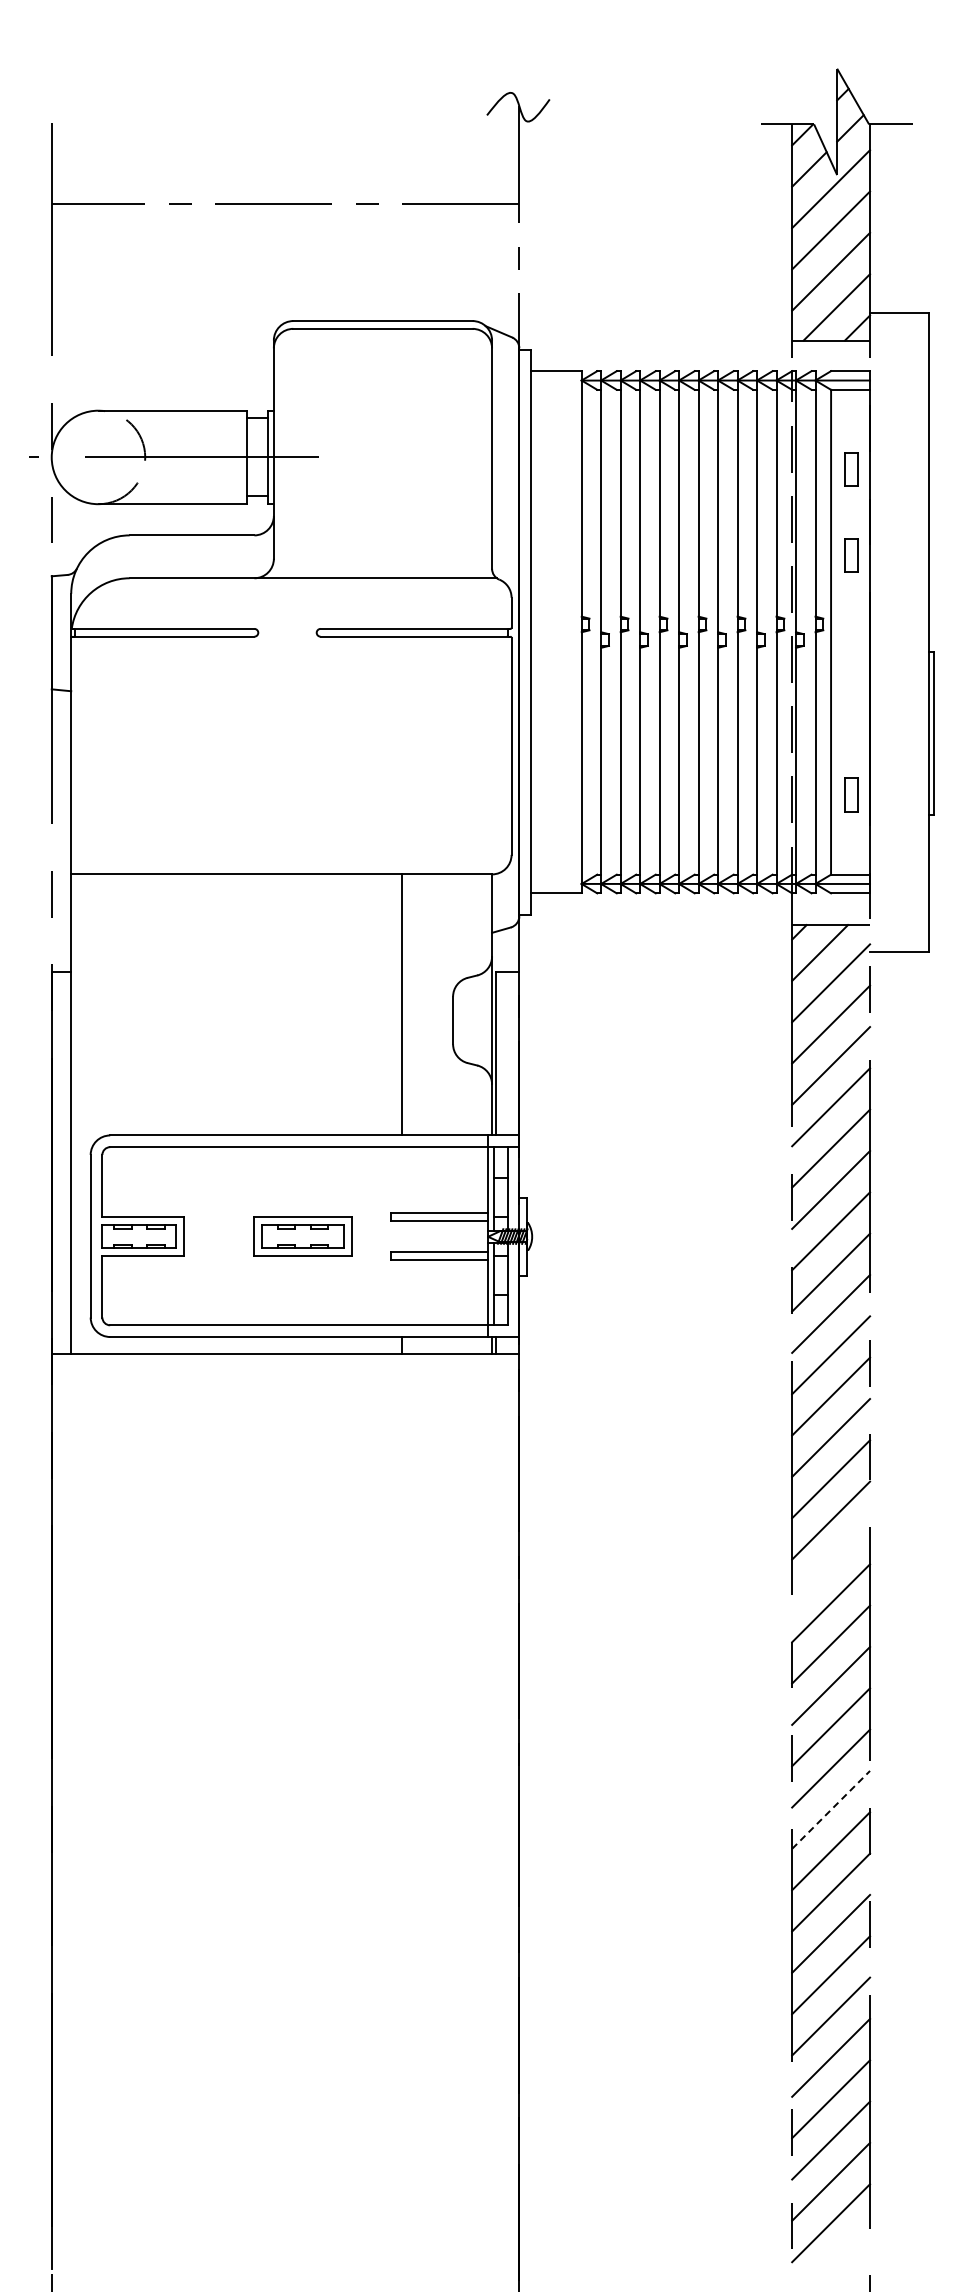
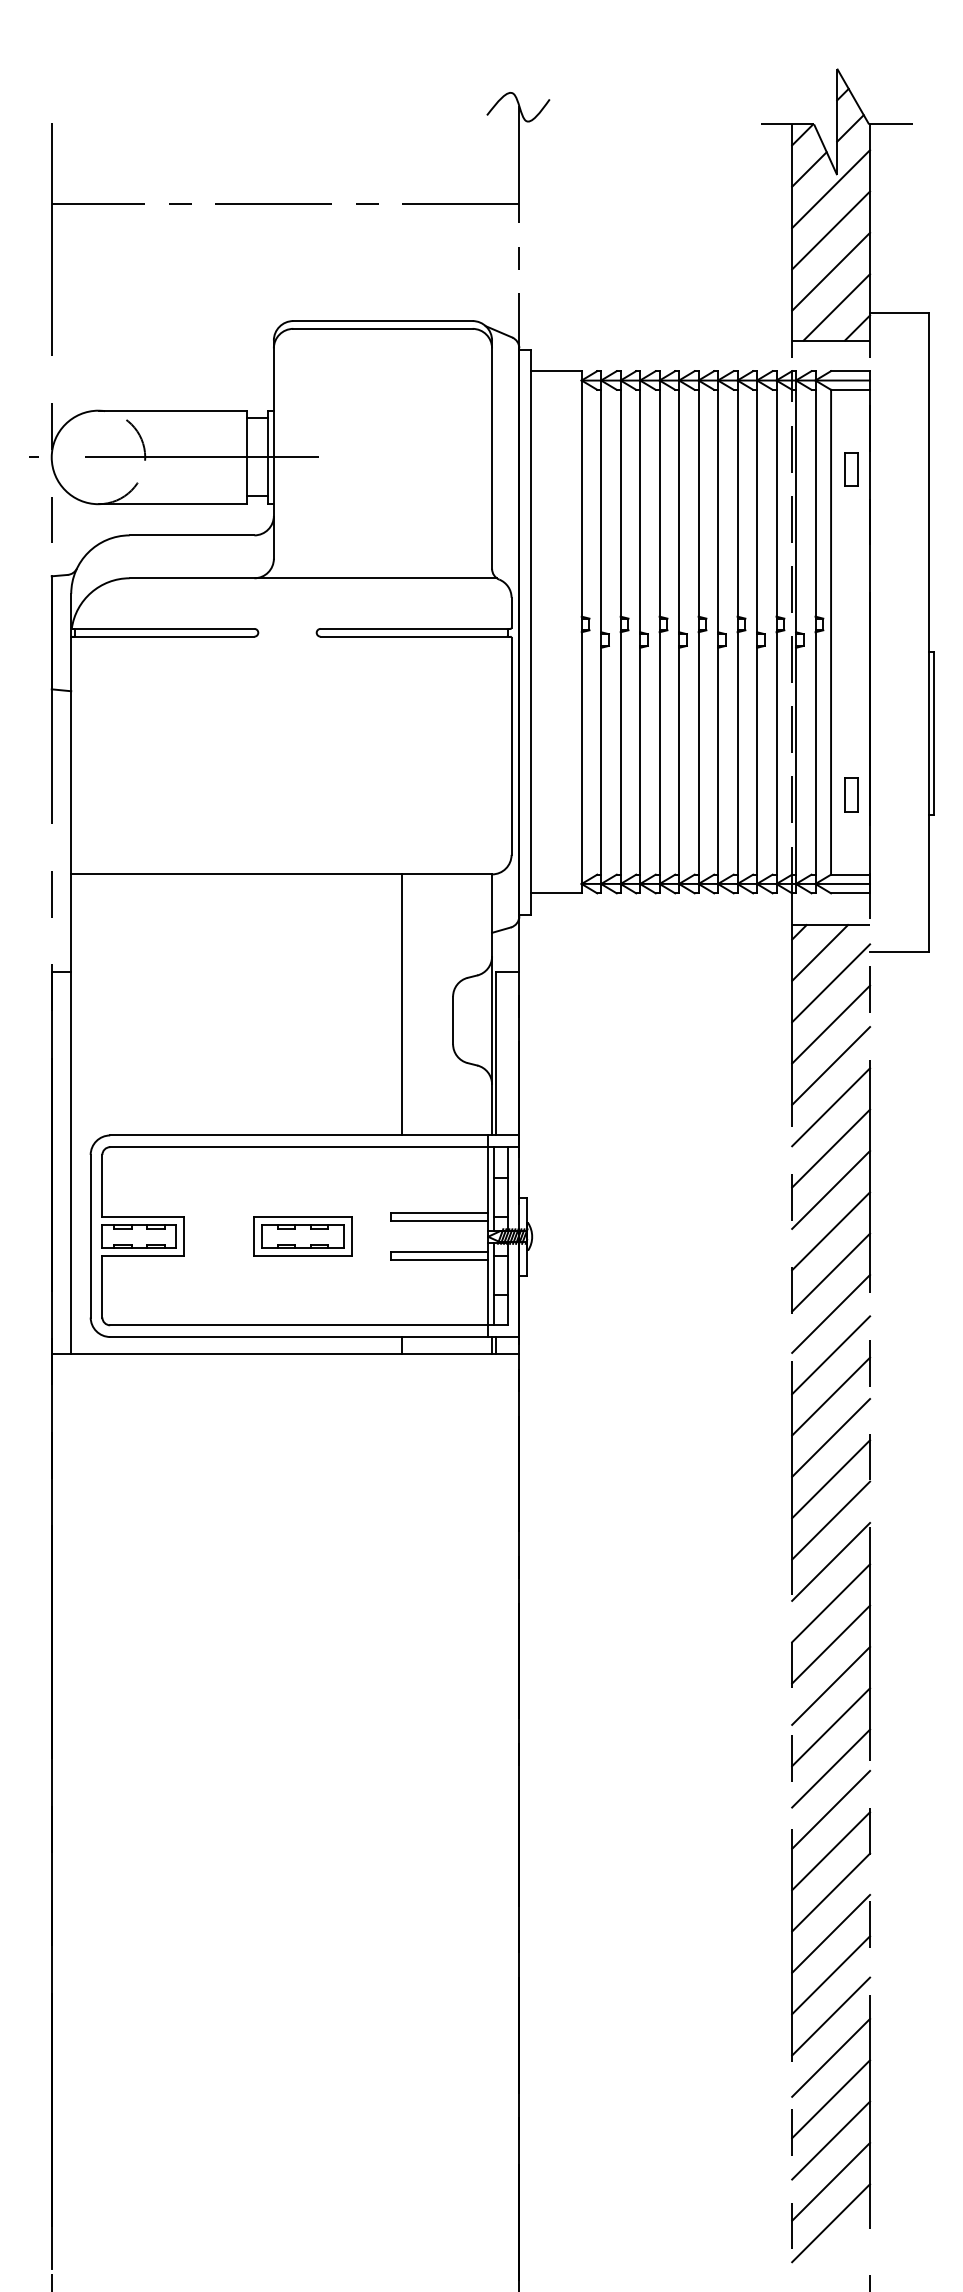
part at (851, 555): present -> none
line at (831, 1561): none -> present
line at (831, 1809): dashed -> solid
